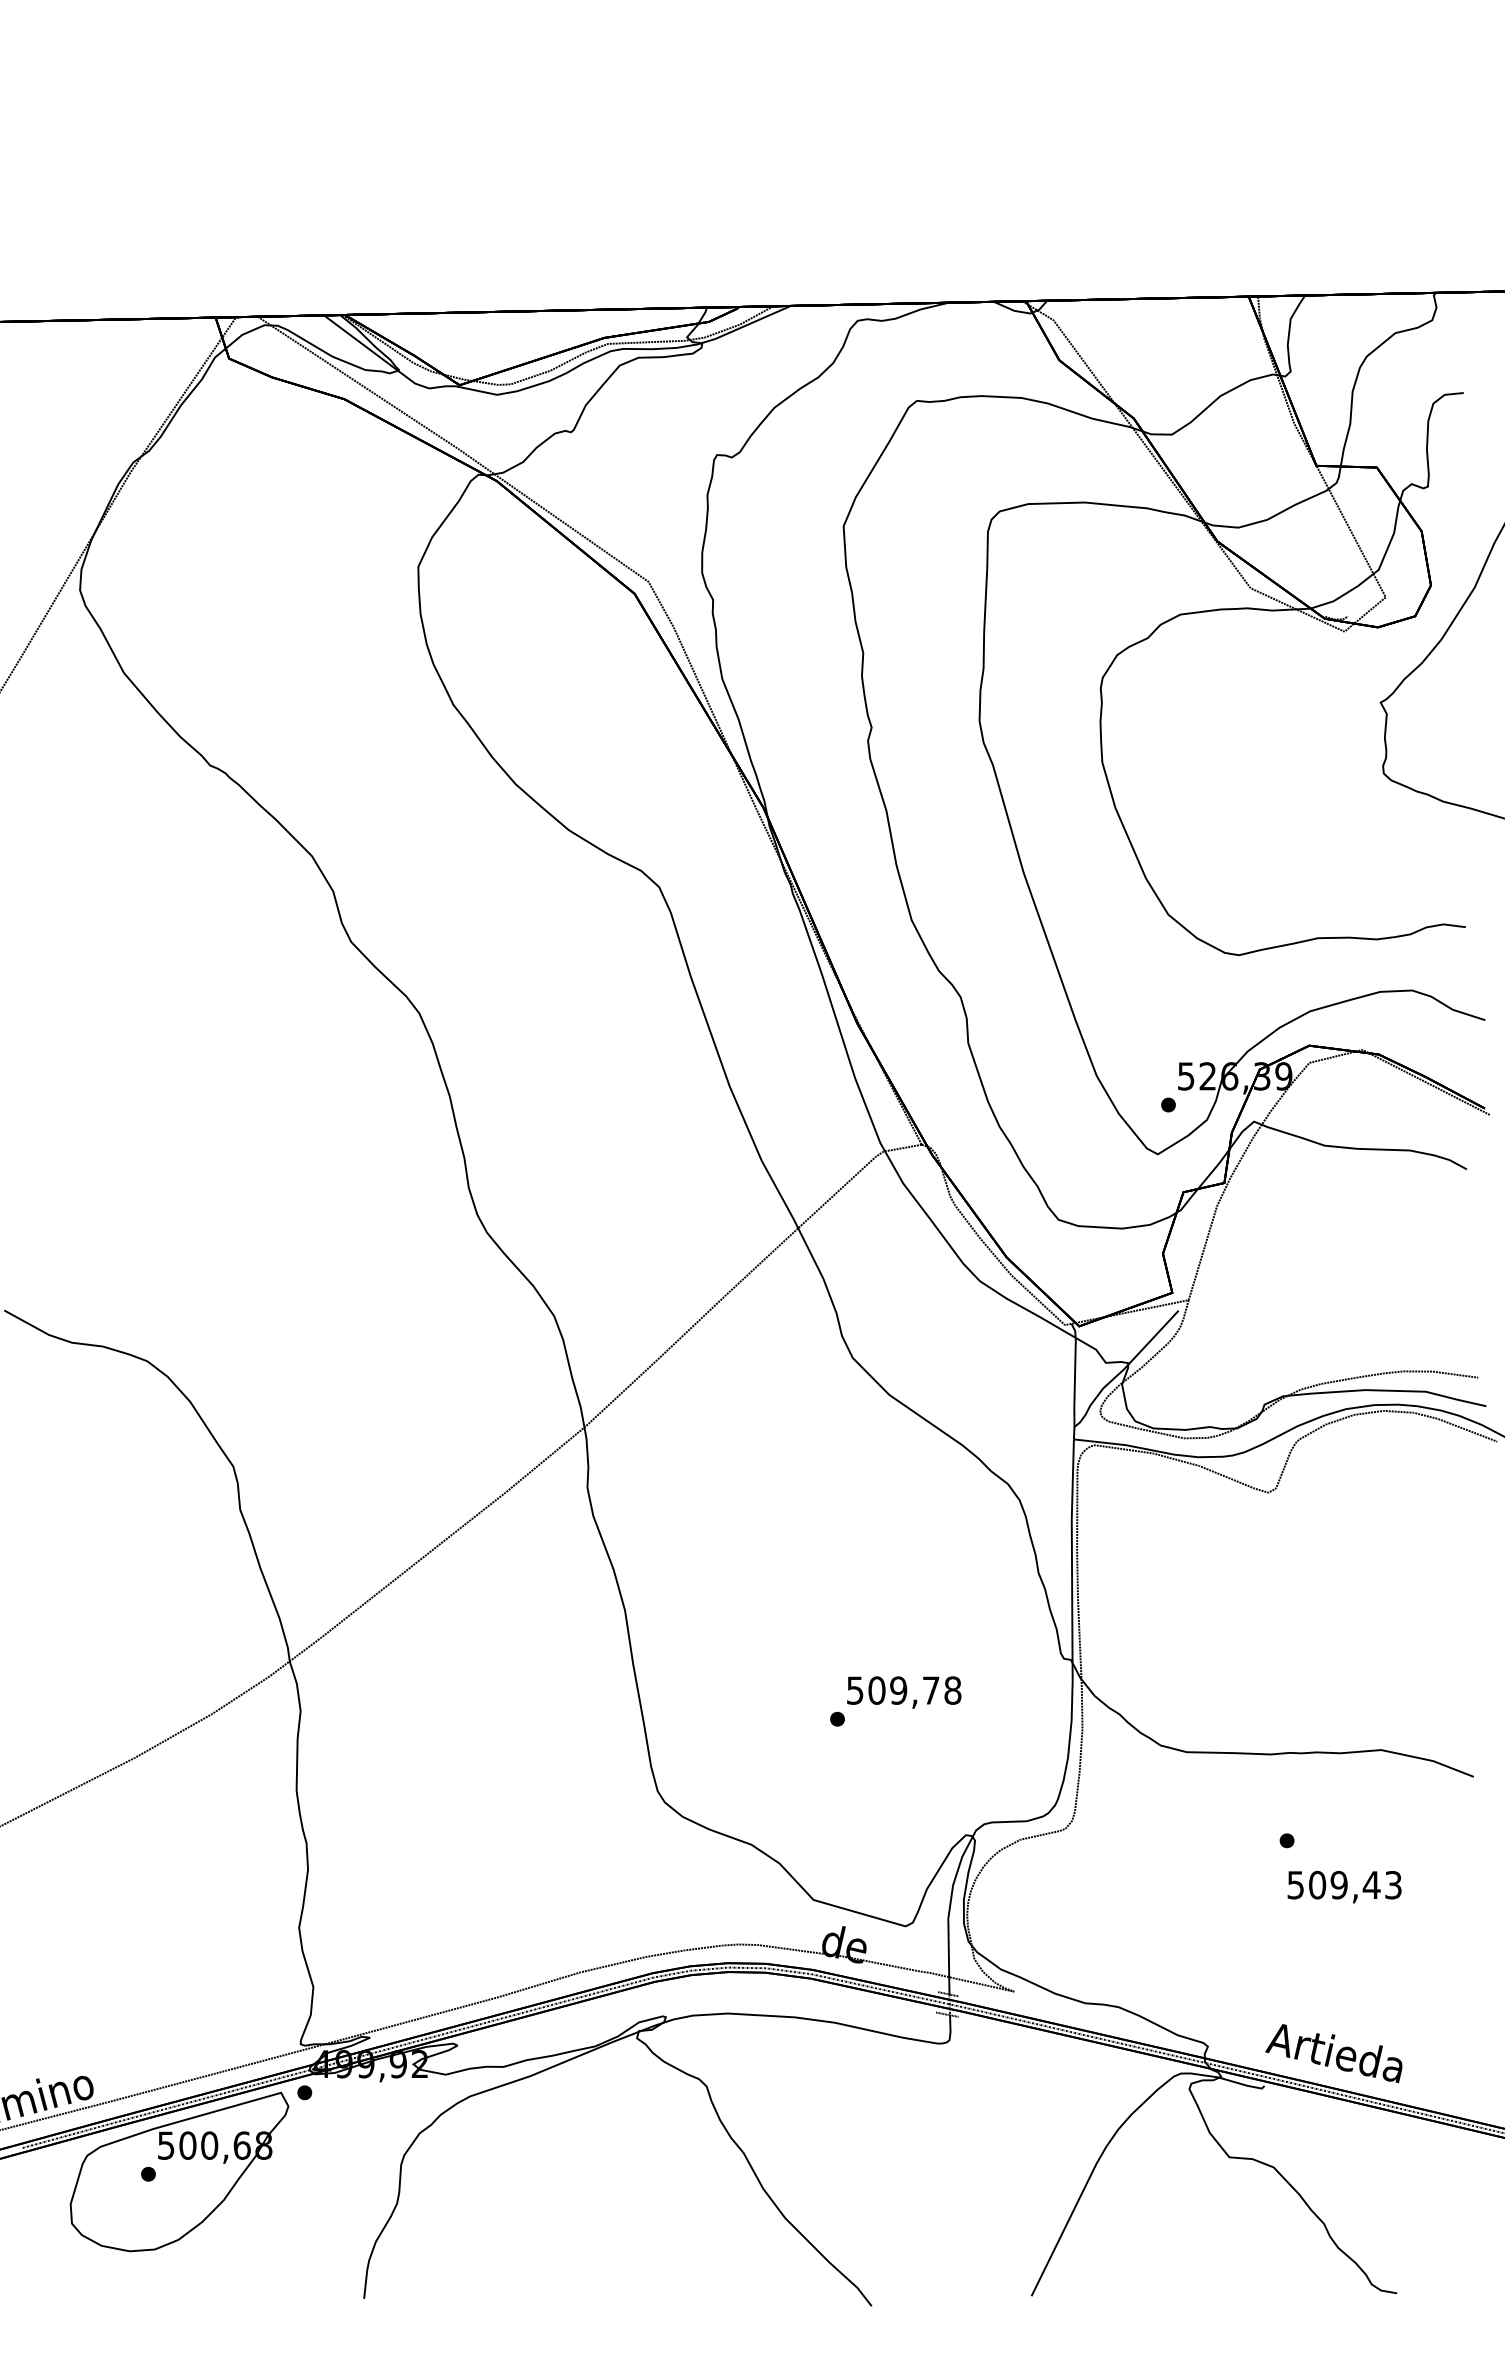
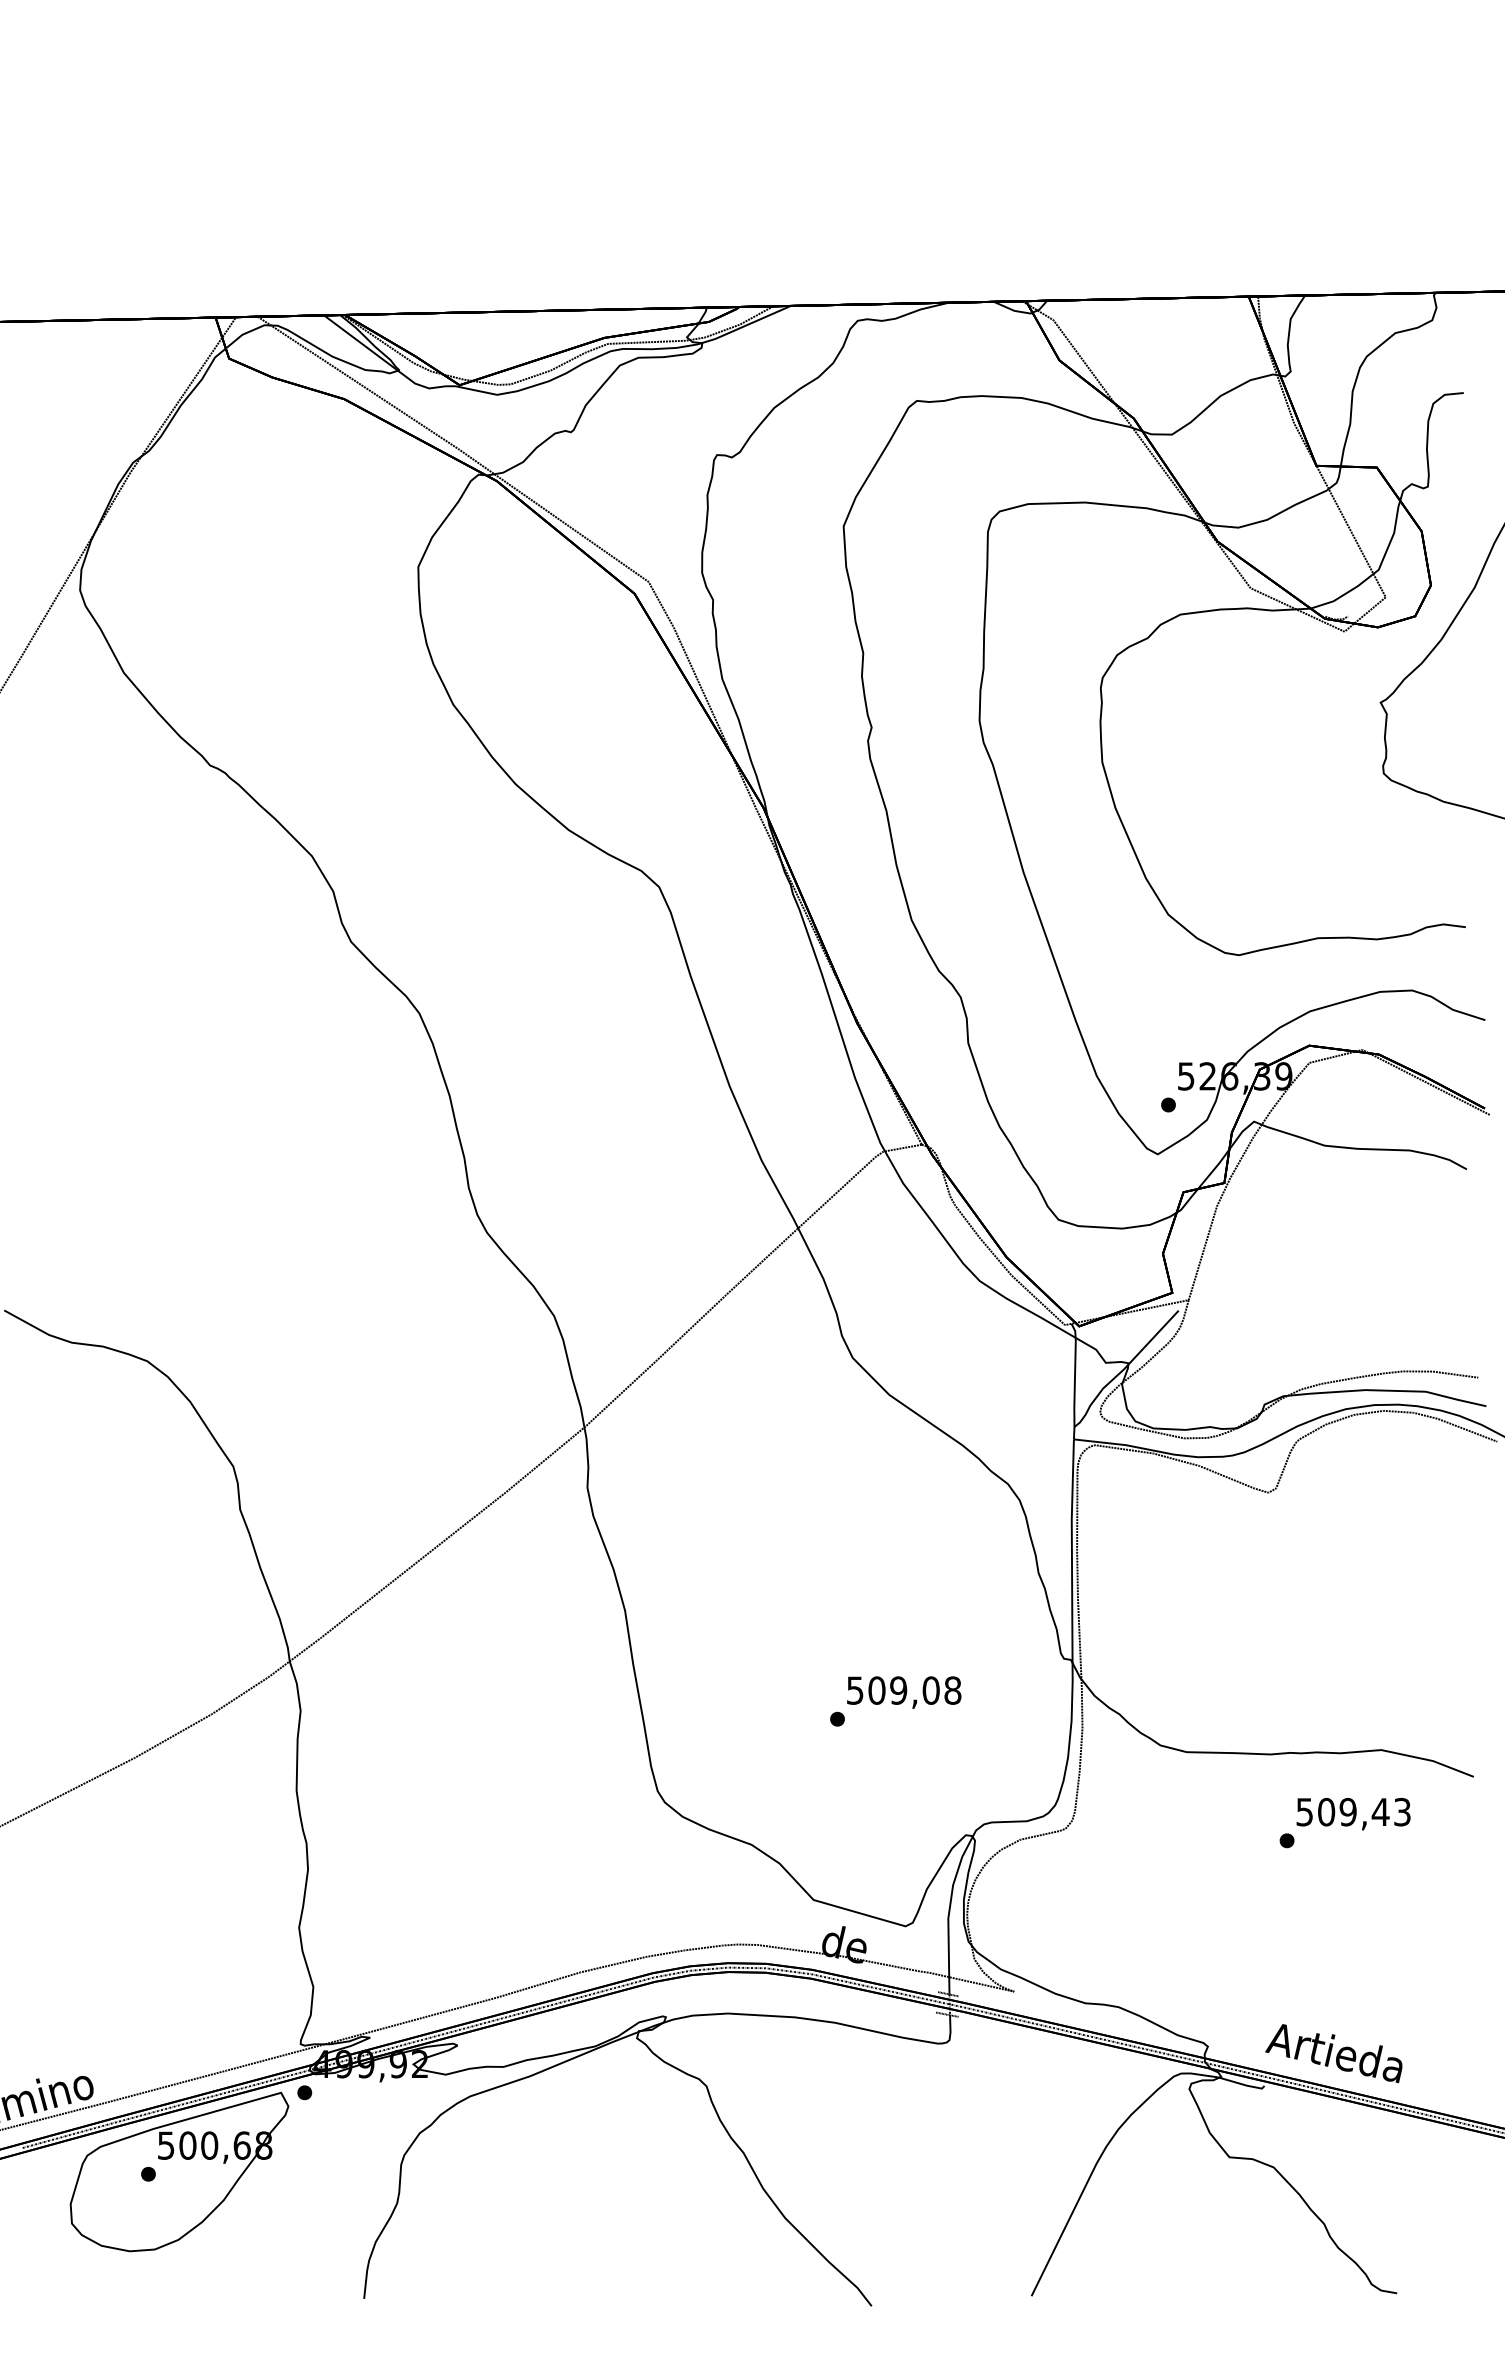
text at (930, 1690): 509,78 -> 509,08
text at (1344, 1887) position: (1344, 1887) -> (1353, 1814)
